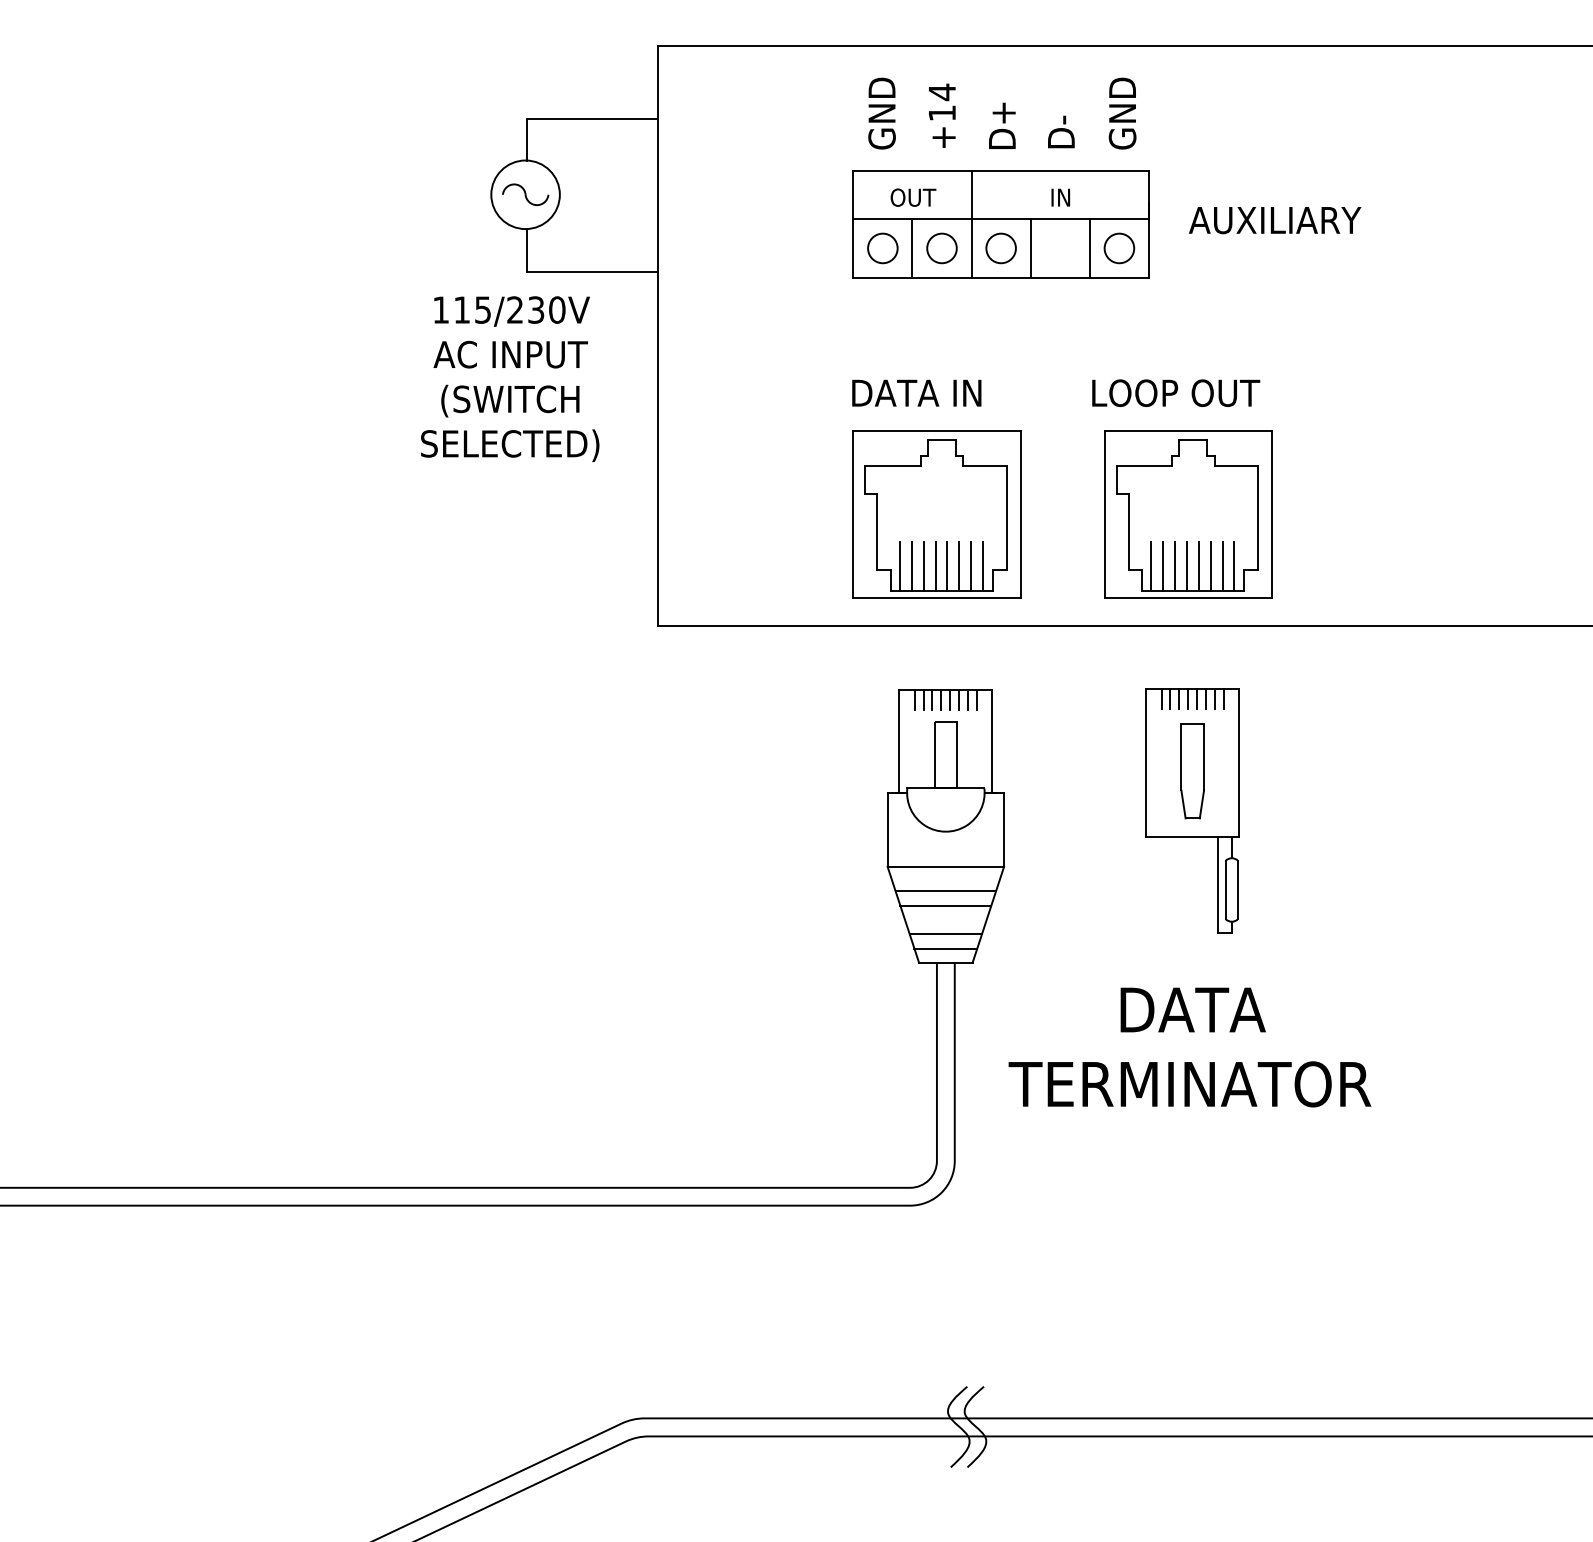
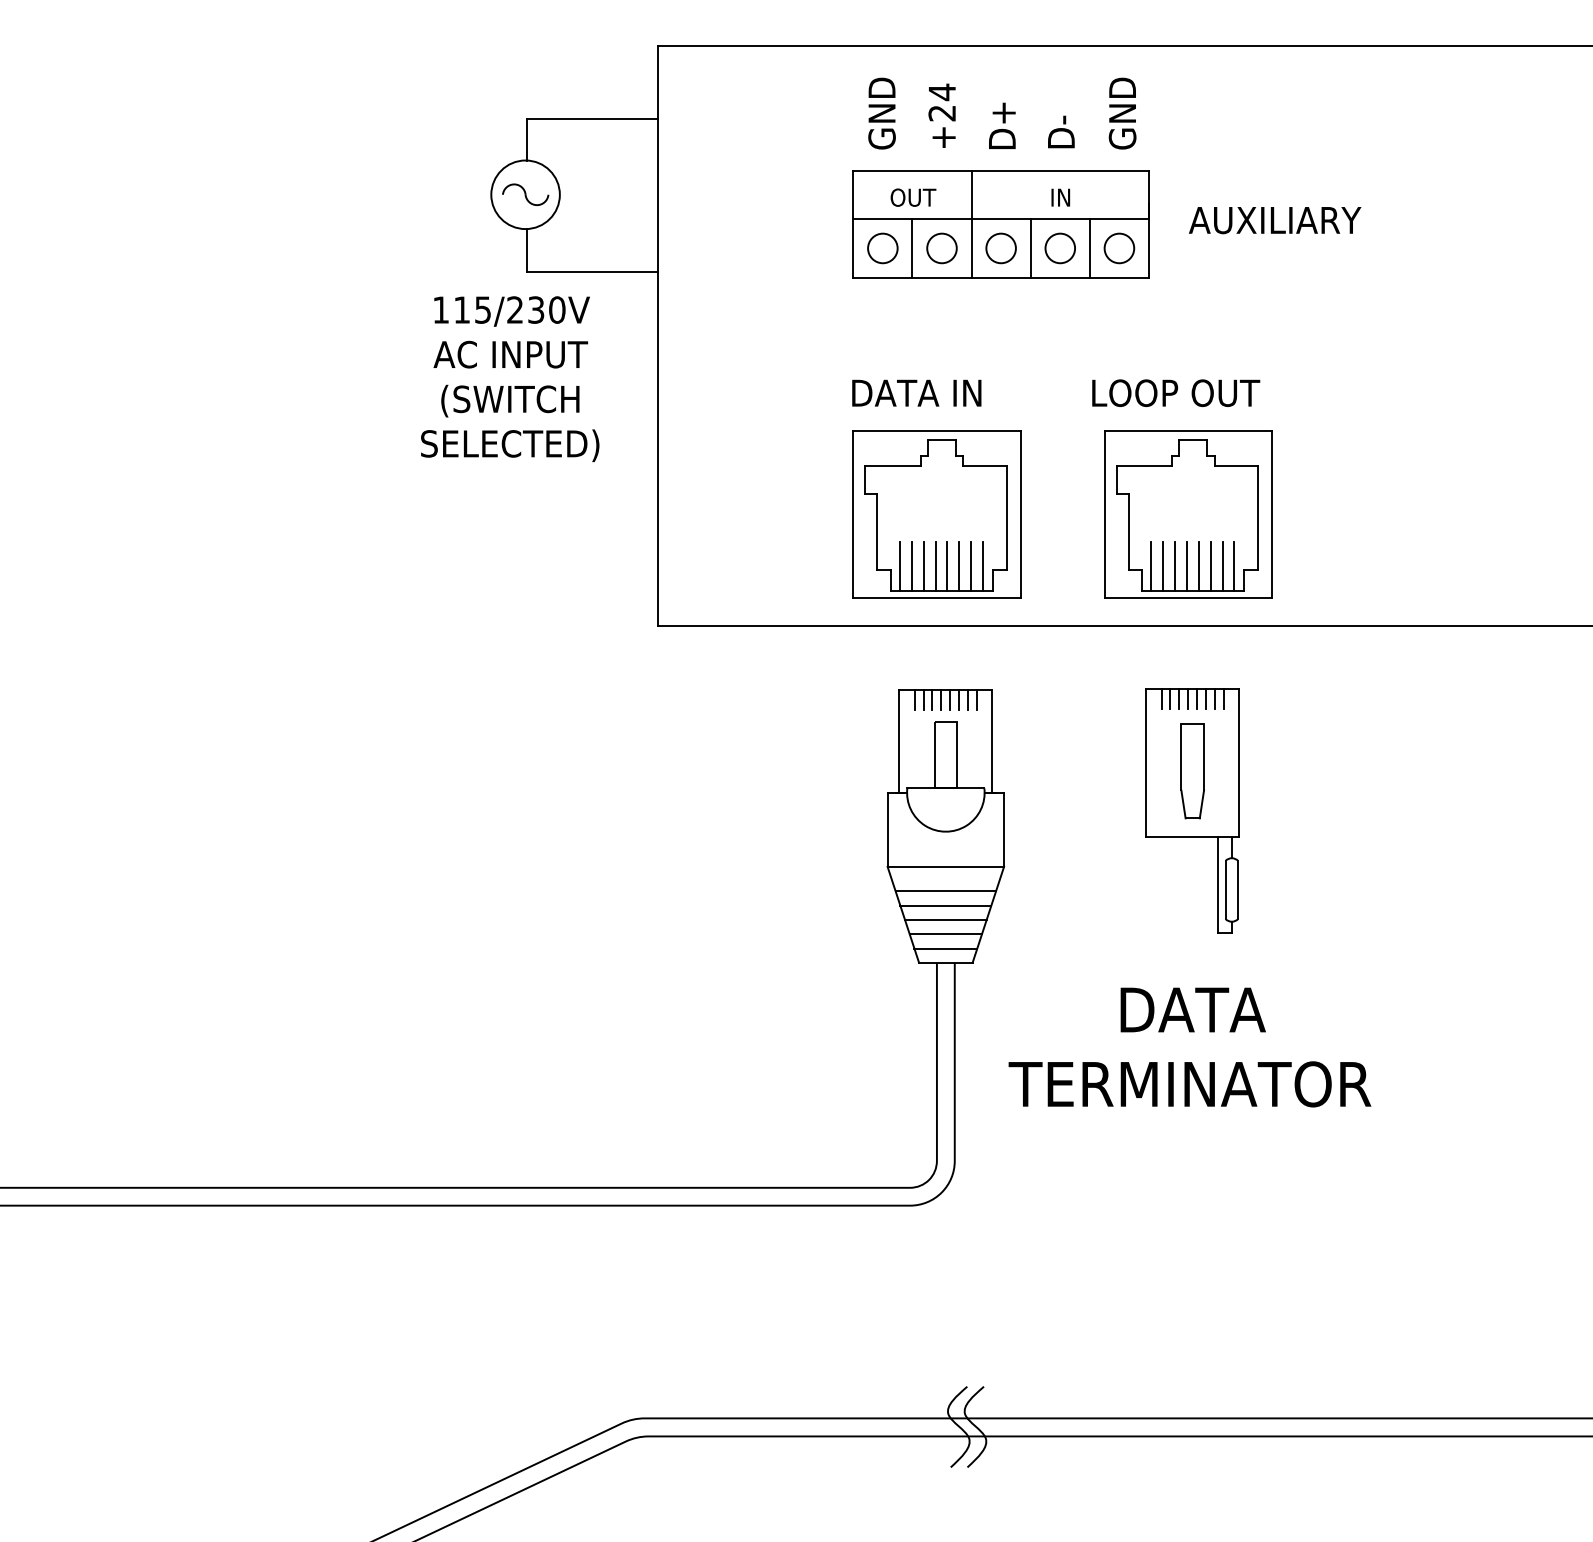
text at (941, 113): +14 -> +24
circle at (1059, 248): none -> present
line at (945, 919): none -> present
